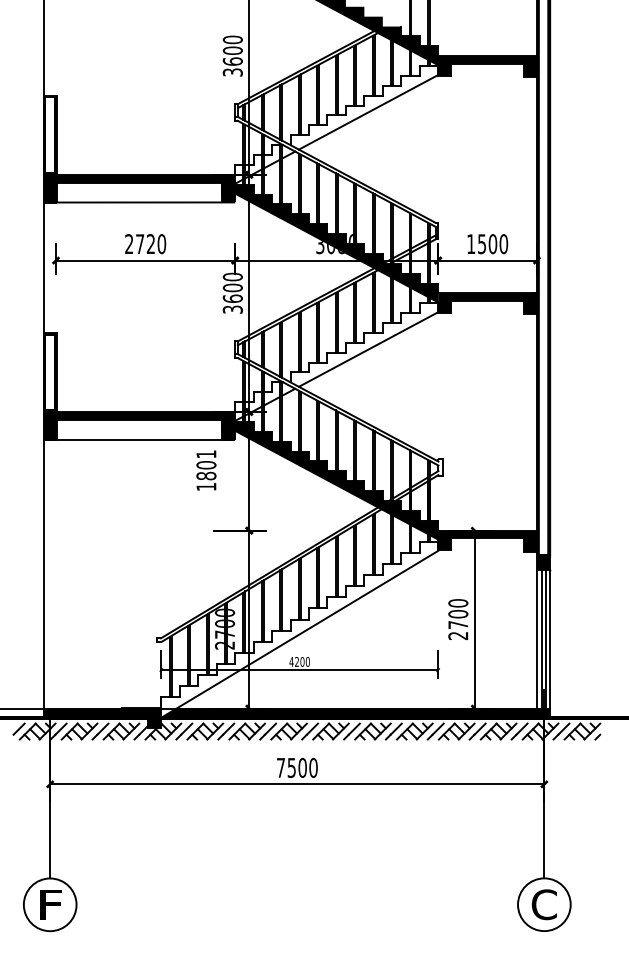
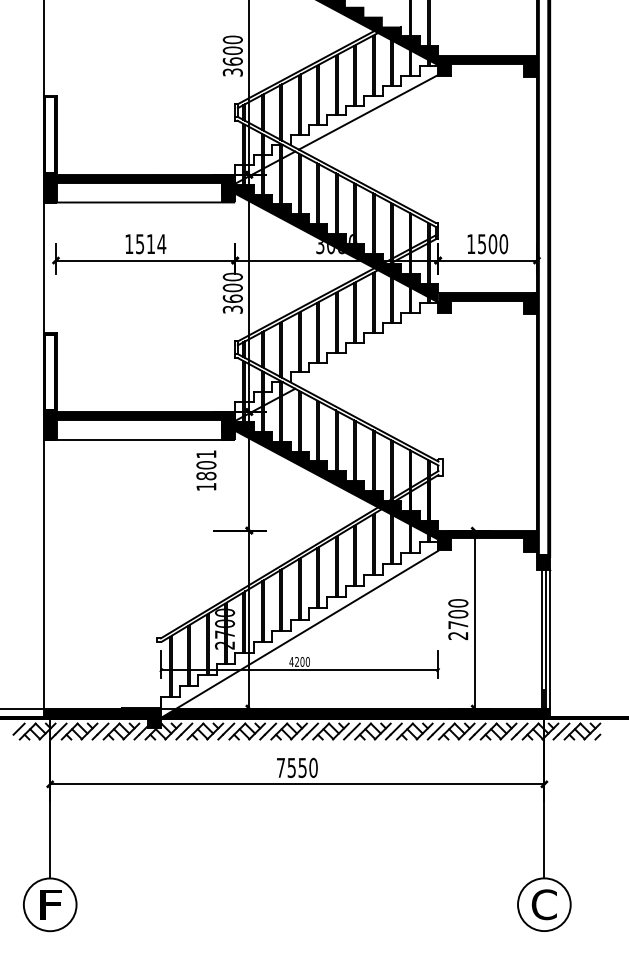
text at (145, 244): 2720 -> 1514
line at (368, 349): present -> none
line at (536, 639): present -> none
text at (302, 767): 7500 -> 7550
